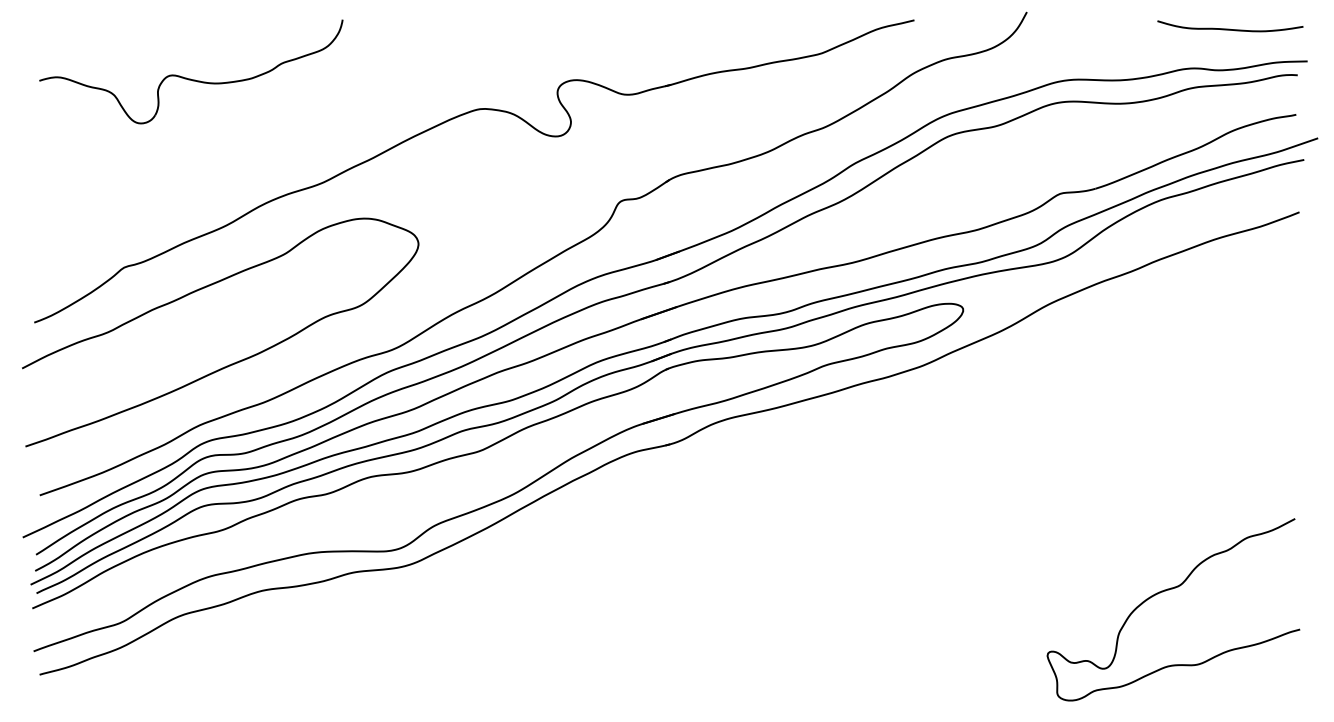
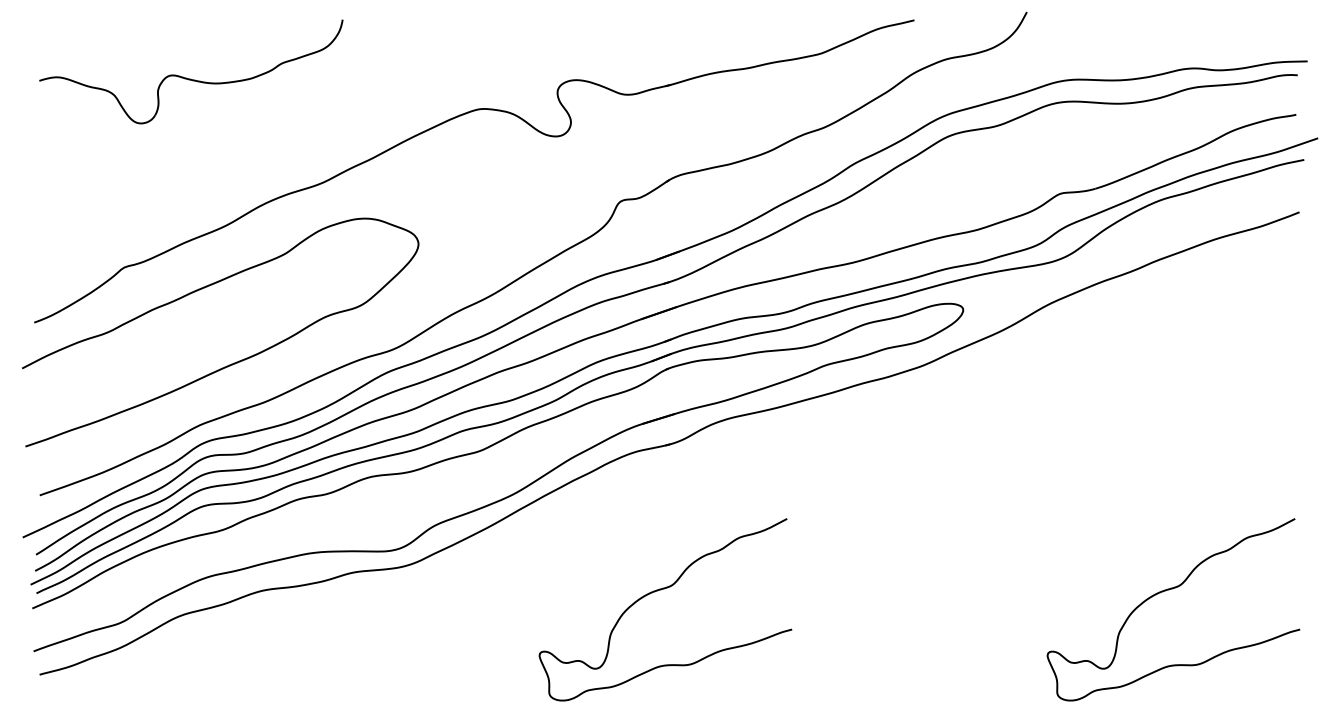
curve at (1229, 28): present -> none
curve at (661, 590): none -> present
